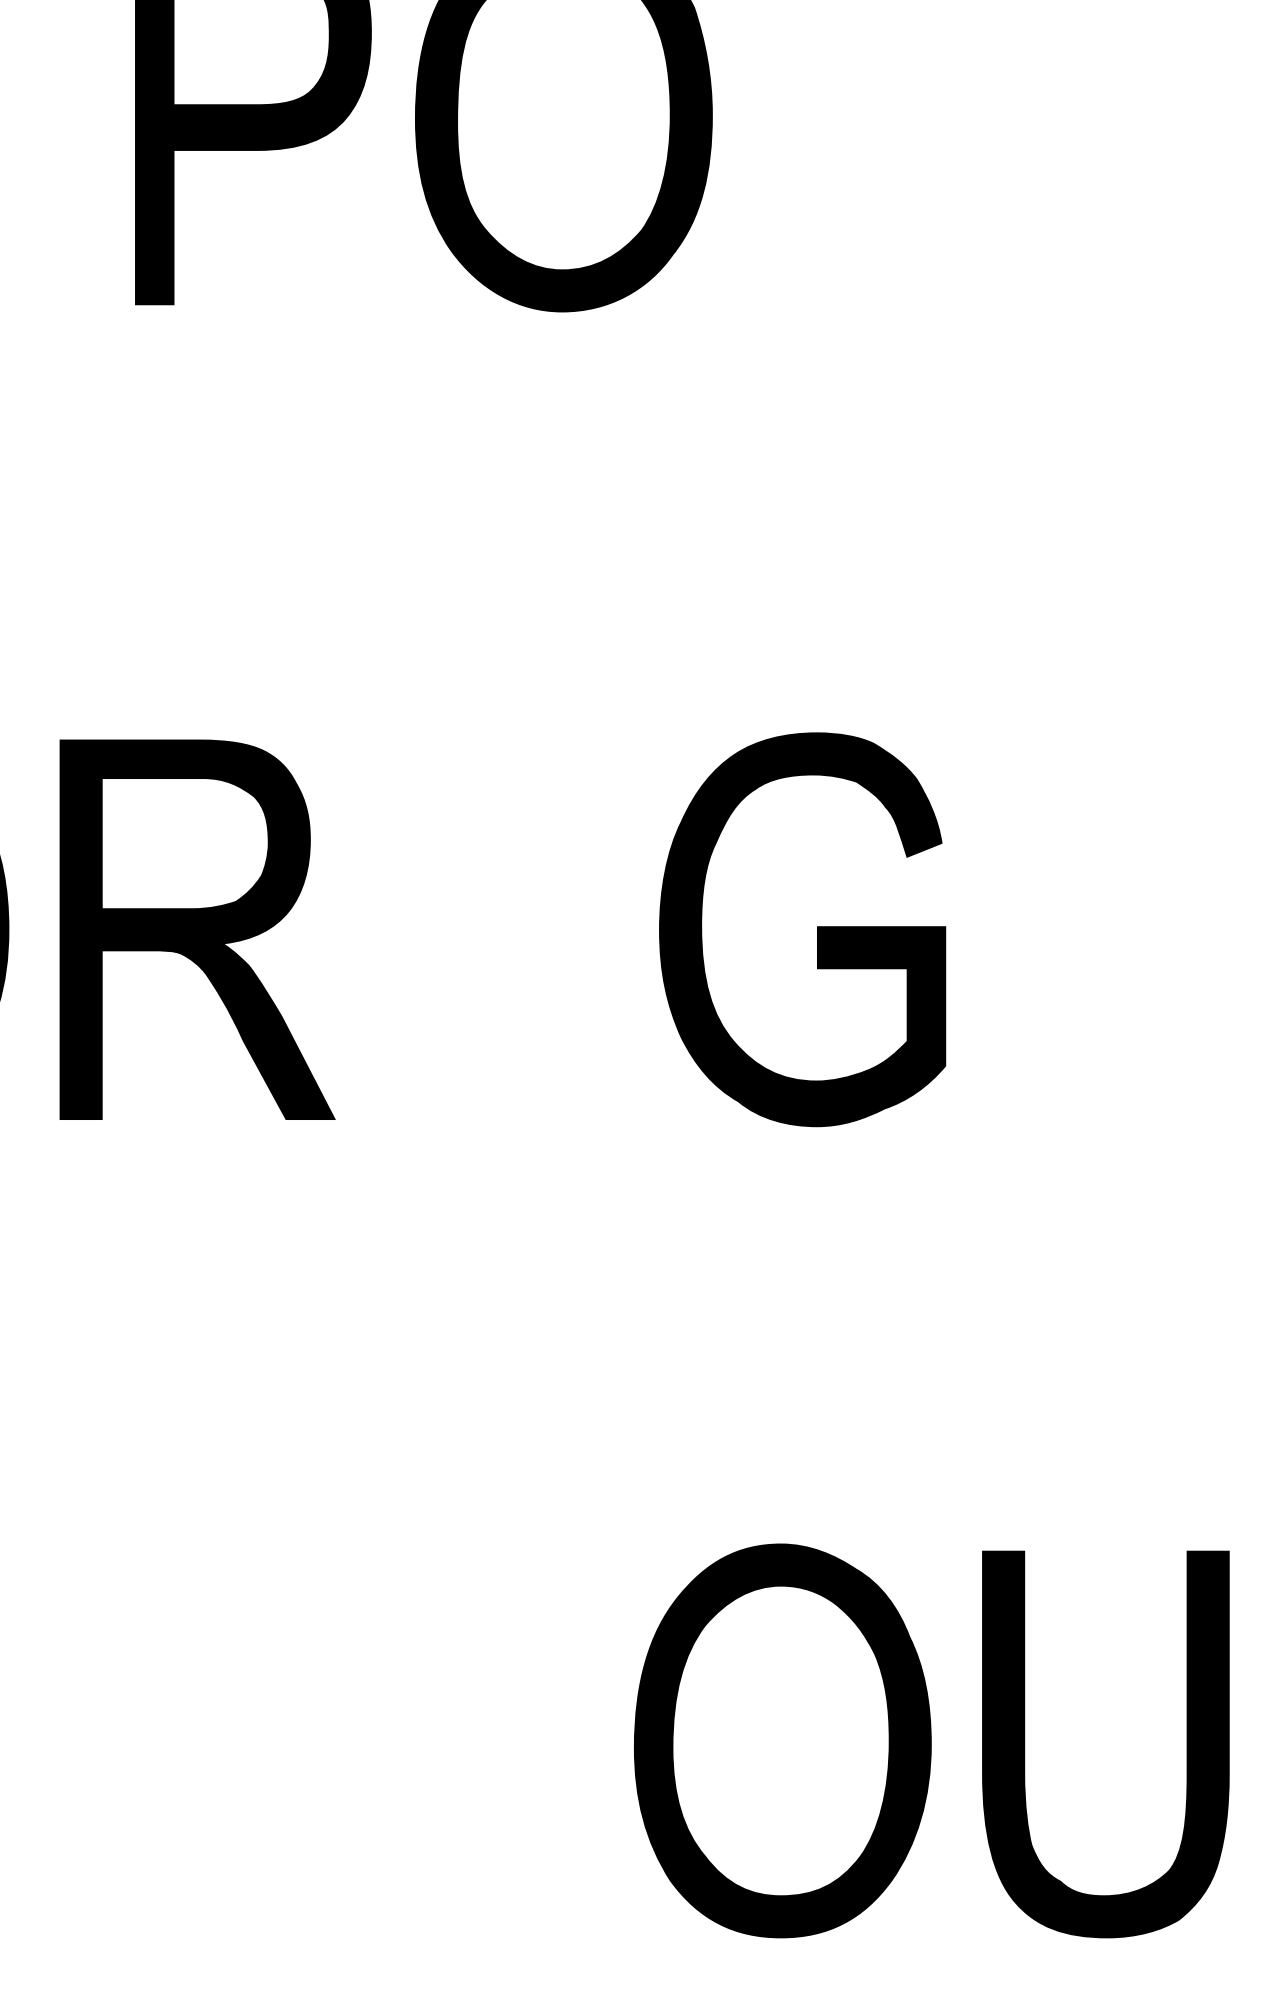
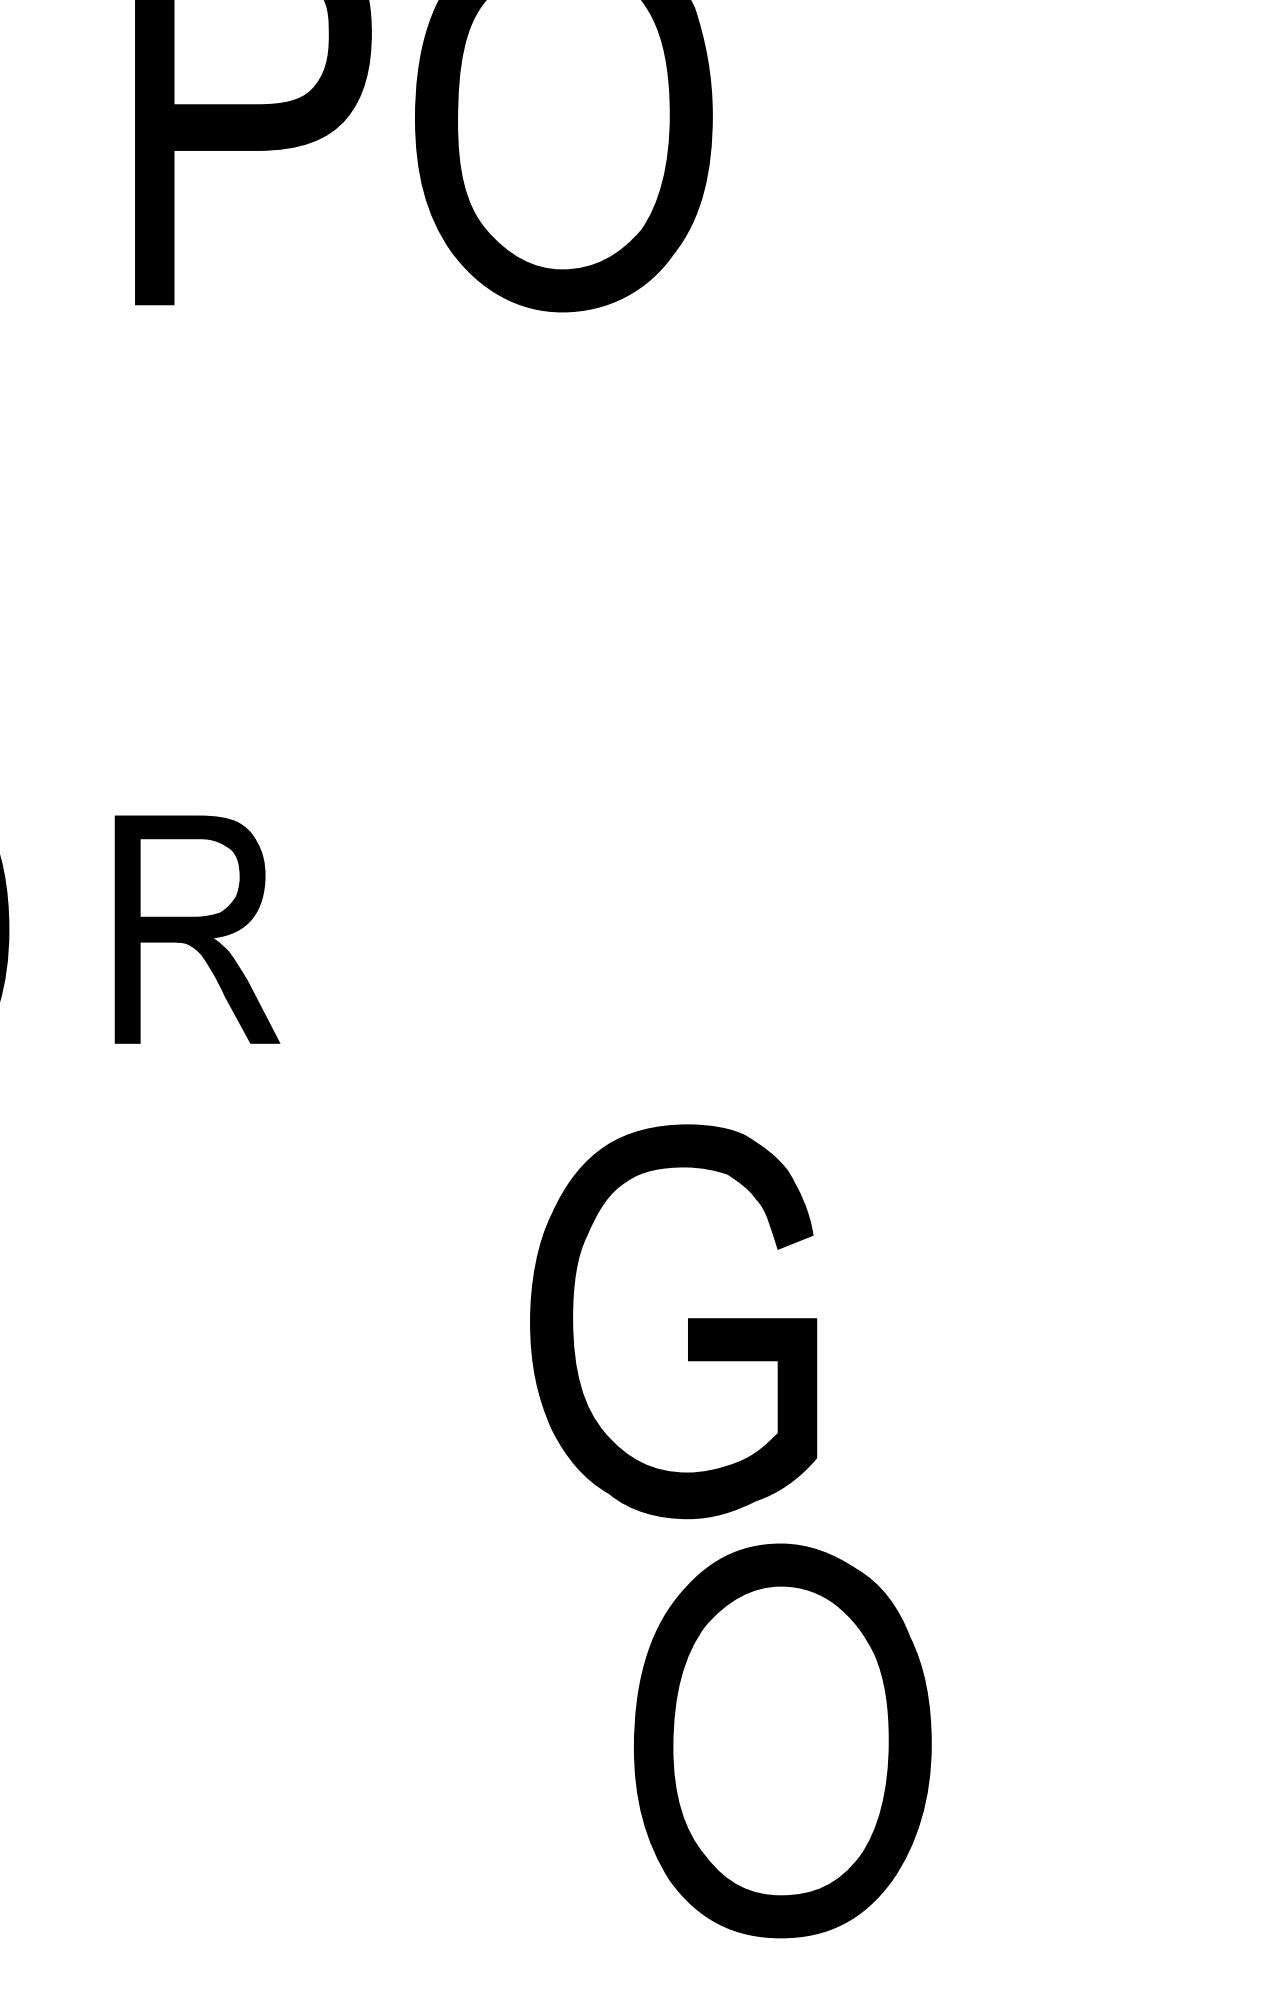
part at (197, 929) size: 277x381 px -> 167x229 px
part at (817, 929) position: (817, 929) -> (688, 1321)
fill at (1105, 1744): present -> none
